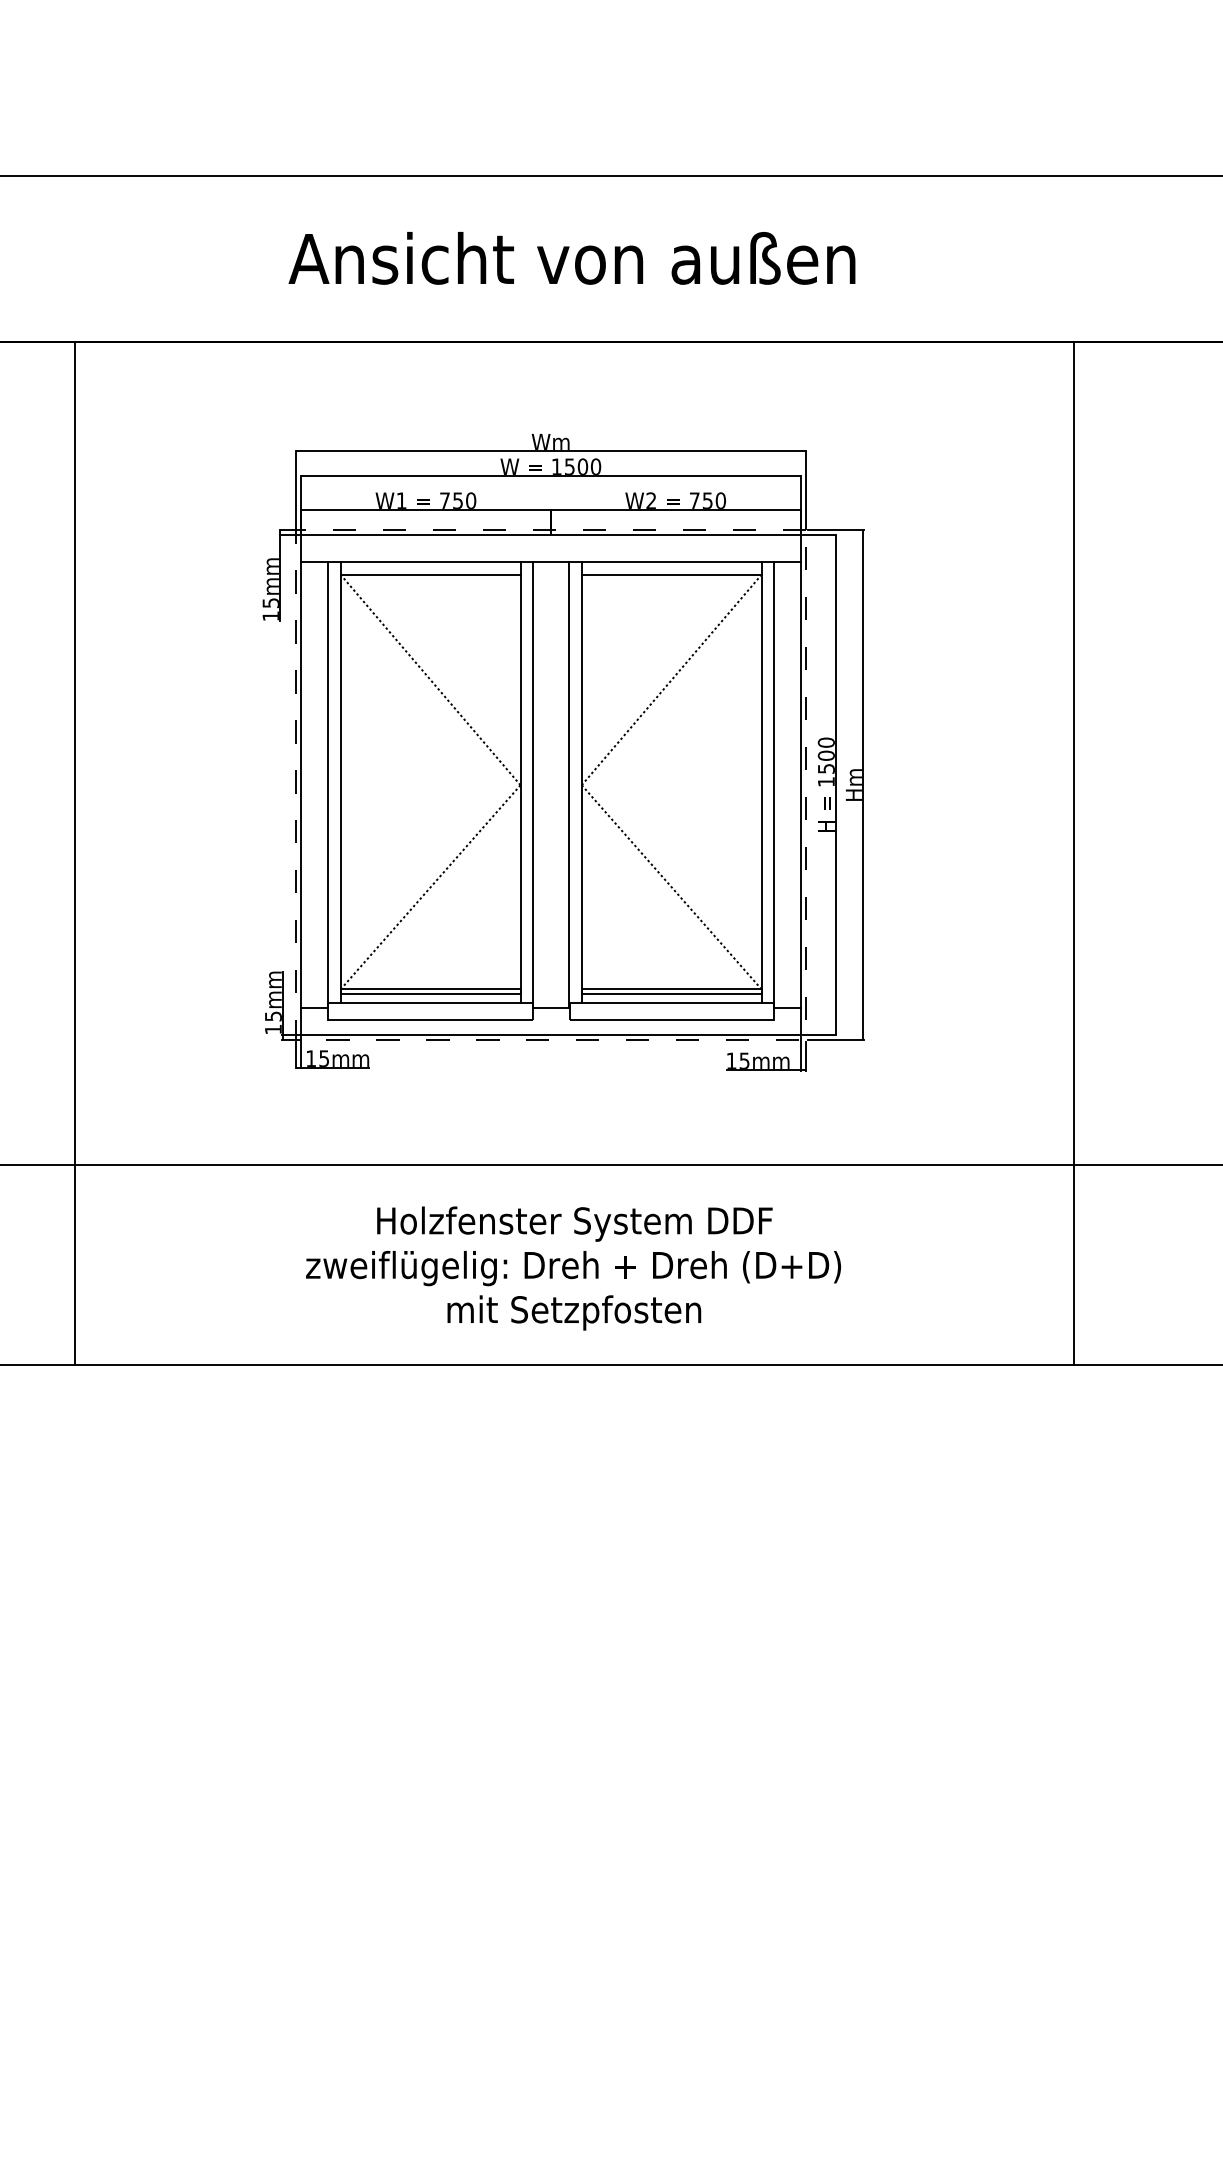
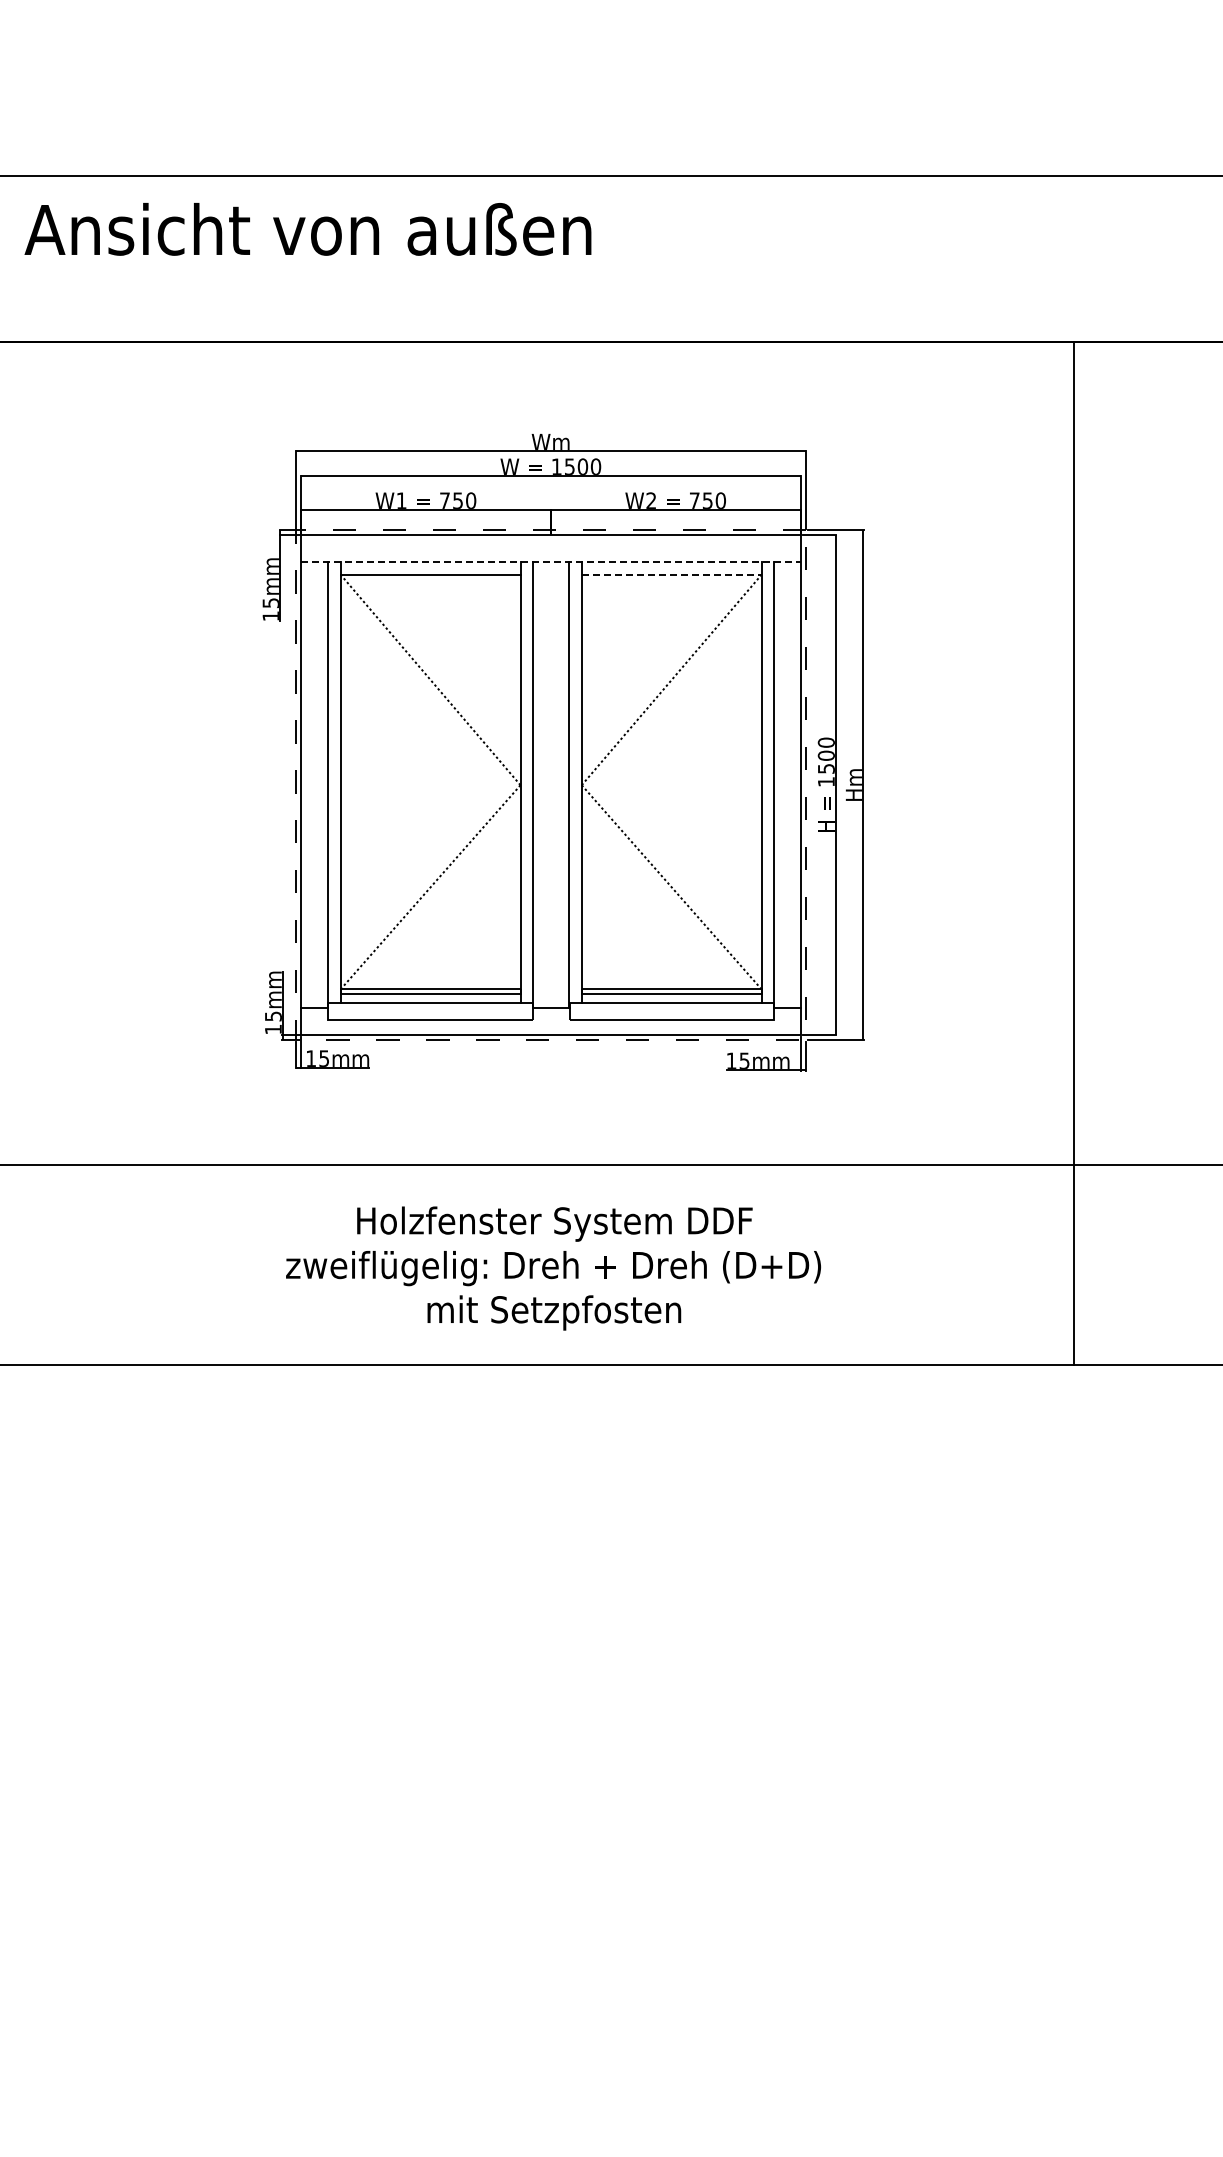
text at (571, 258) position: (571, 258) -> (307, 229)
line at (551, 562): solid -> dashed
line at (671, 574): solid -> dashed
line at (74, 853): present -> none
text at (573, 1268) position: (573, 1268) -> (553, 1268)
